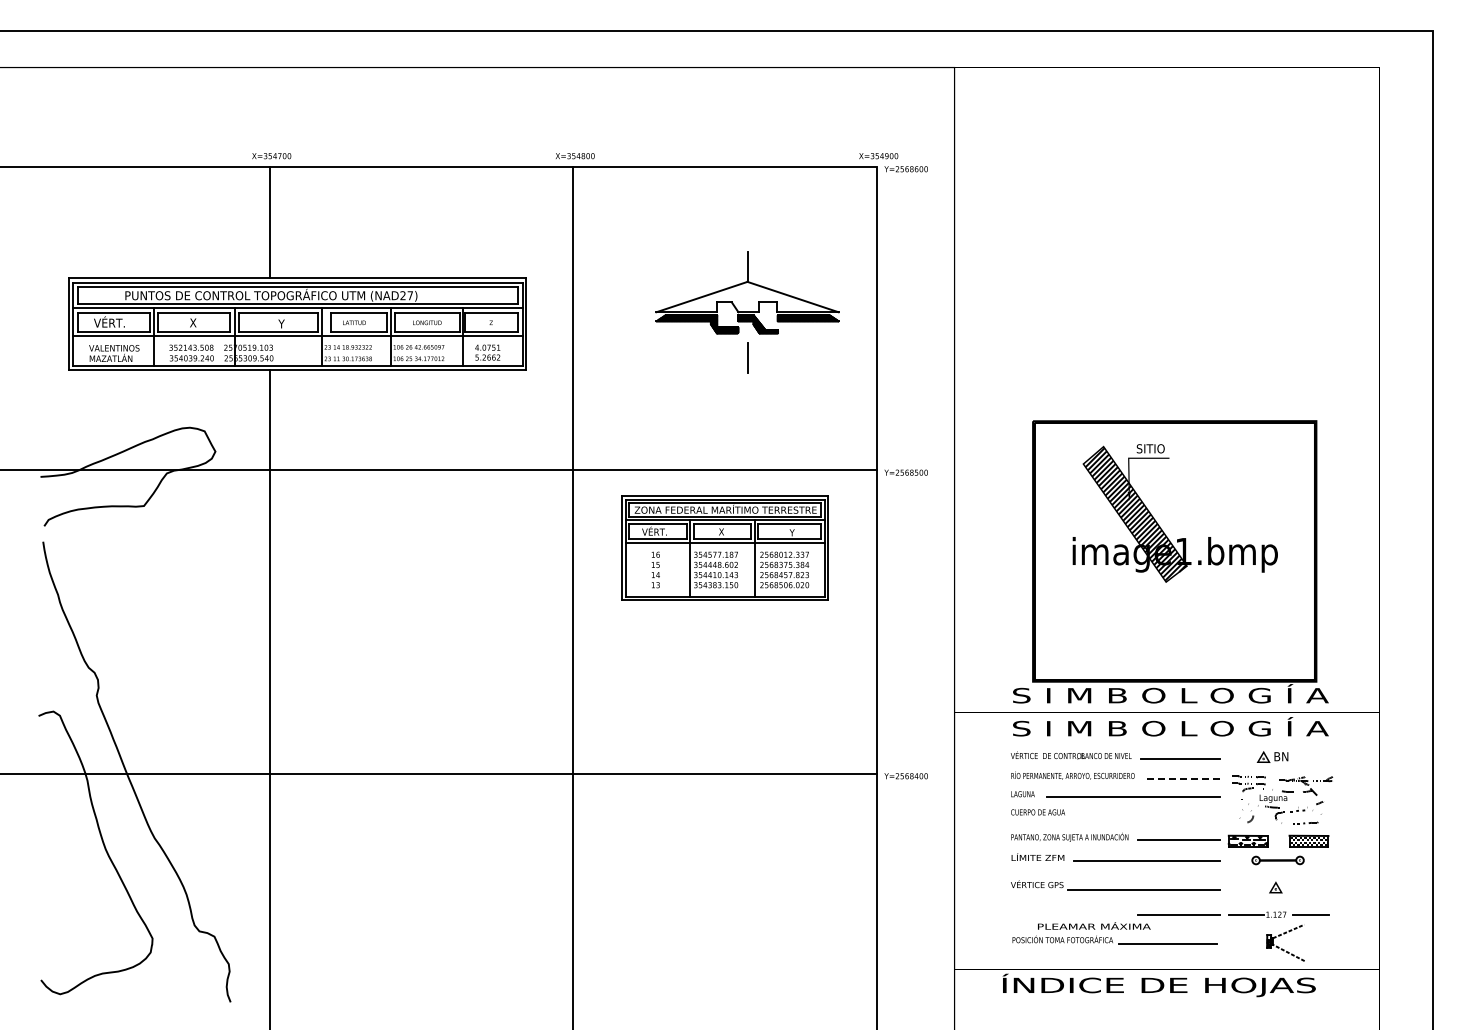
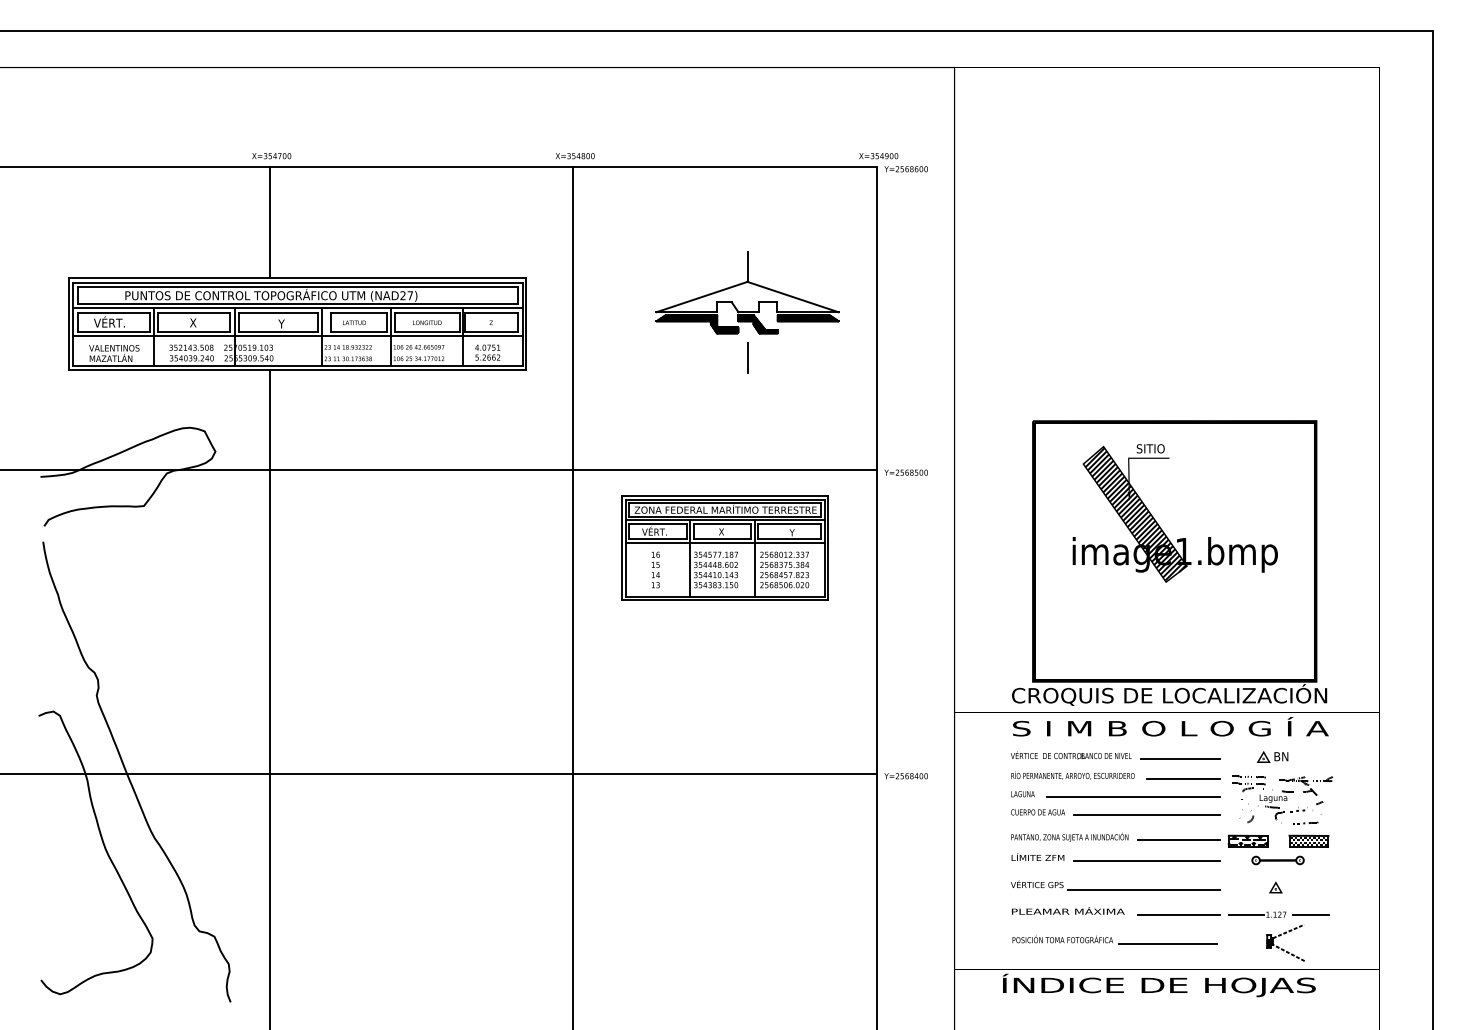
text at (1170, 694): S I M B O L O G Í A -> CROQUIS DE LOCALIZACIÓN
line at (1184, 779): dashed -> solid
line at (1147, 815): none -> present
text at (1094, 925) position: (1094, 925) -> (1068, 910)
